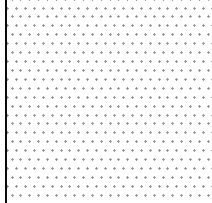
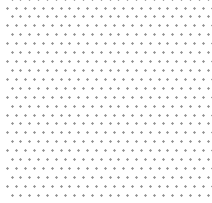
line at (6, 100): present -> none
